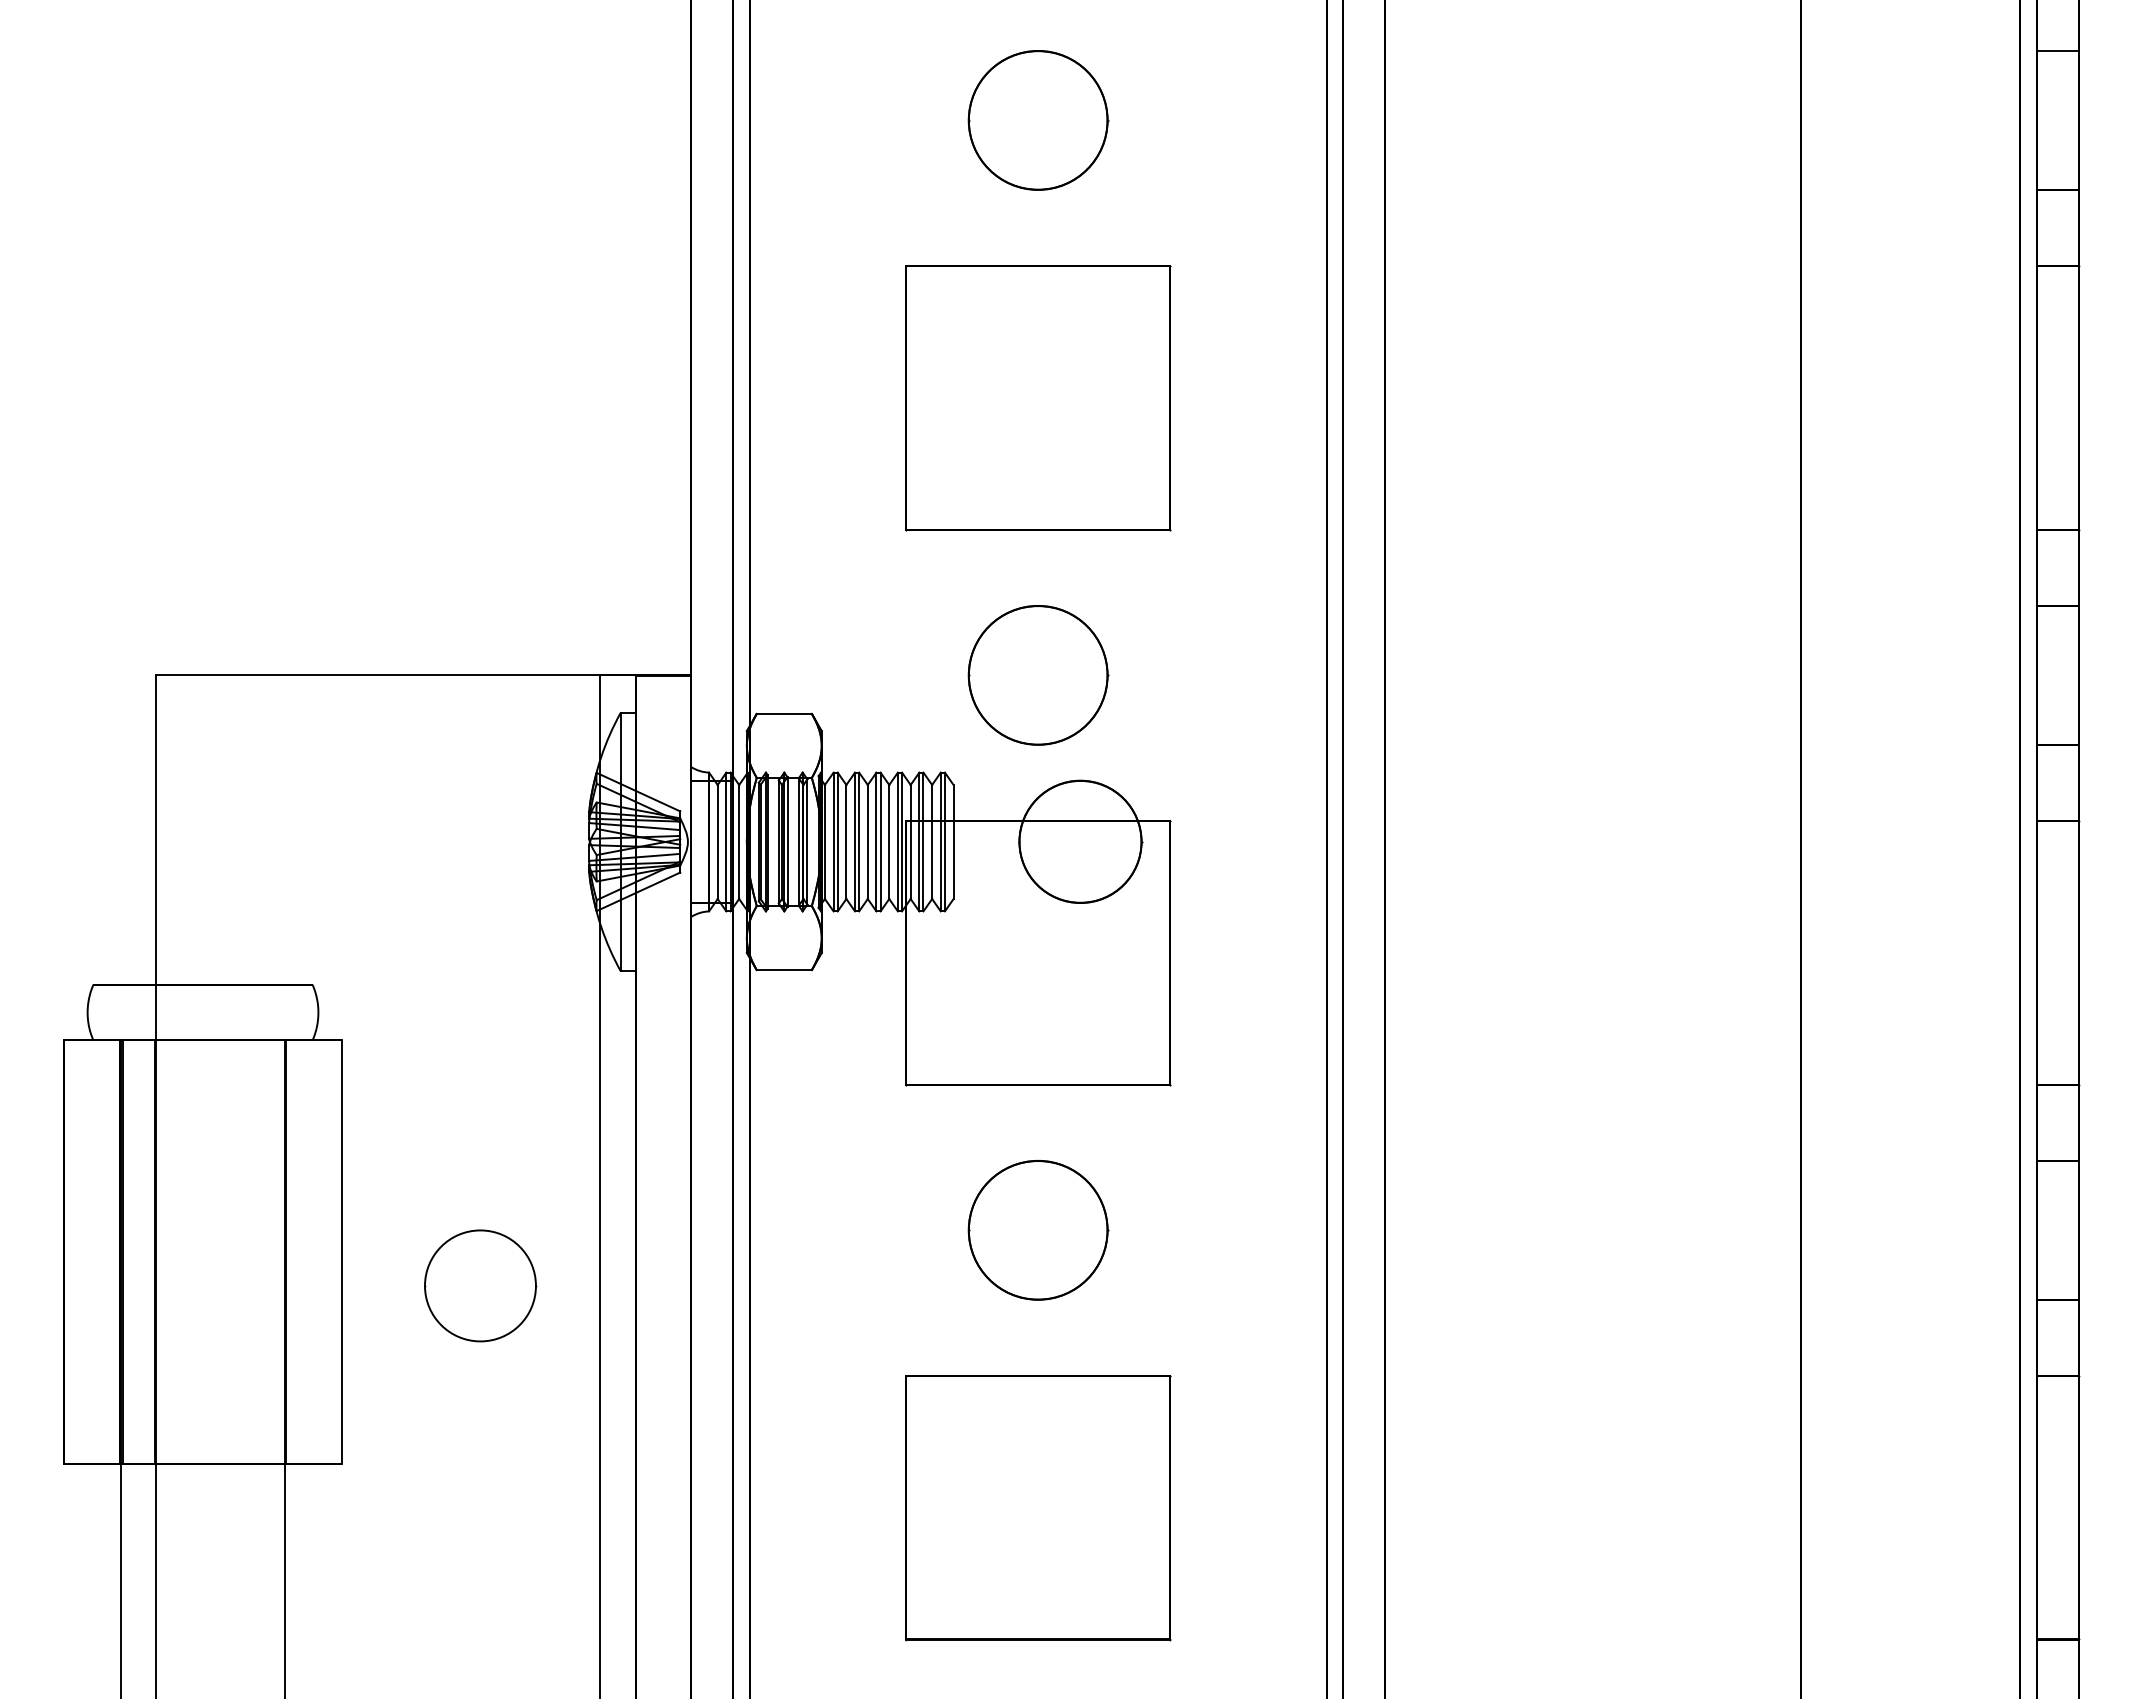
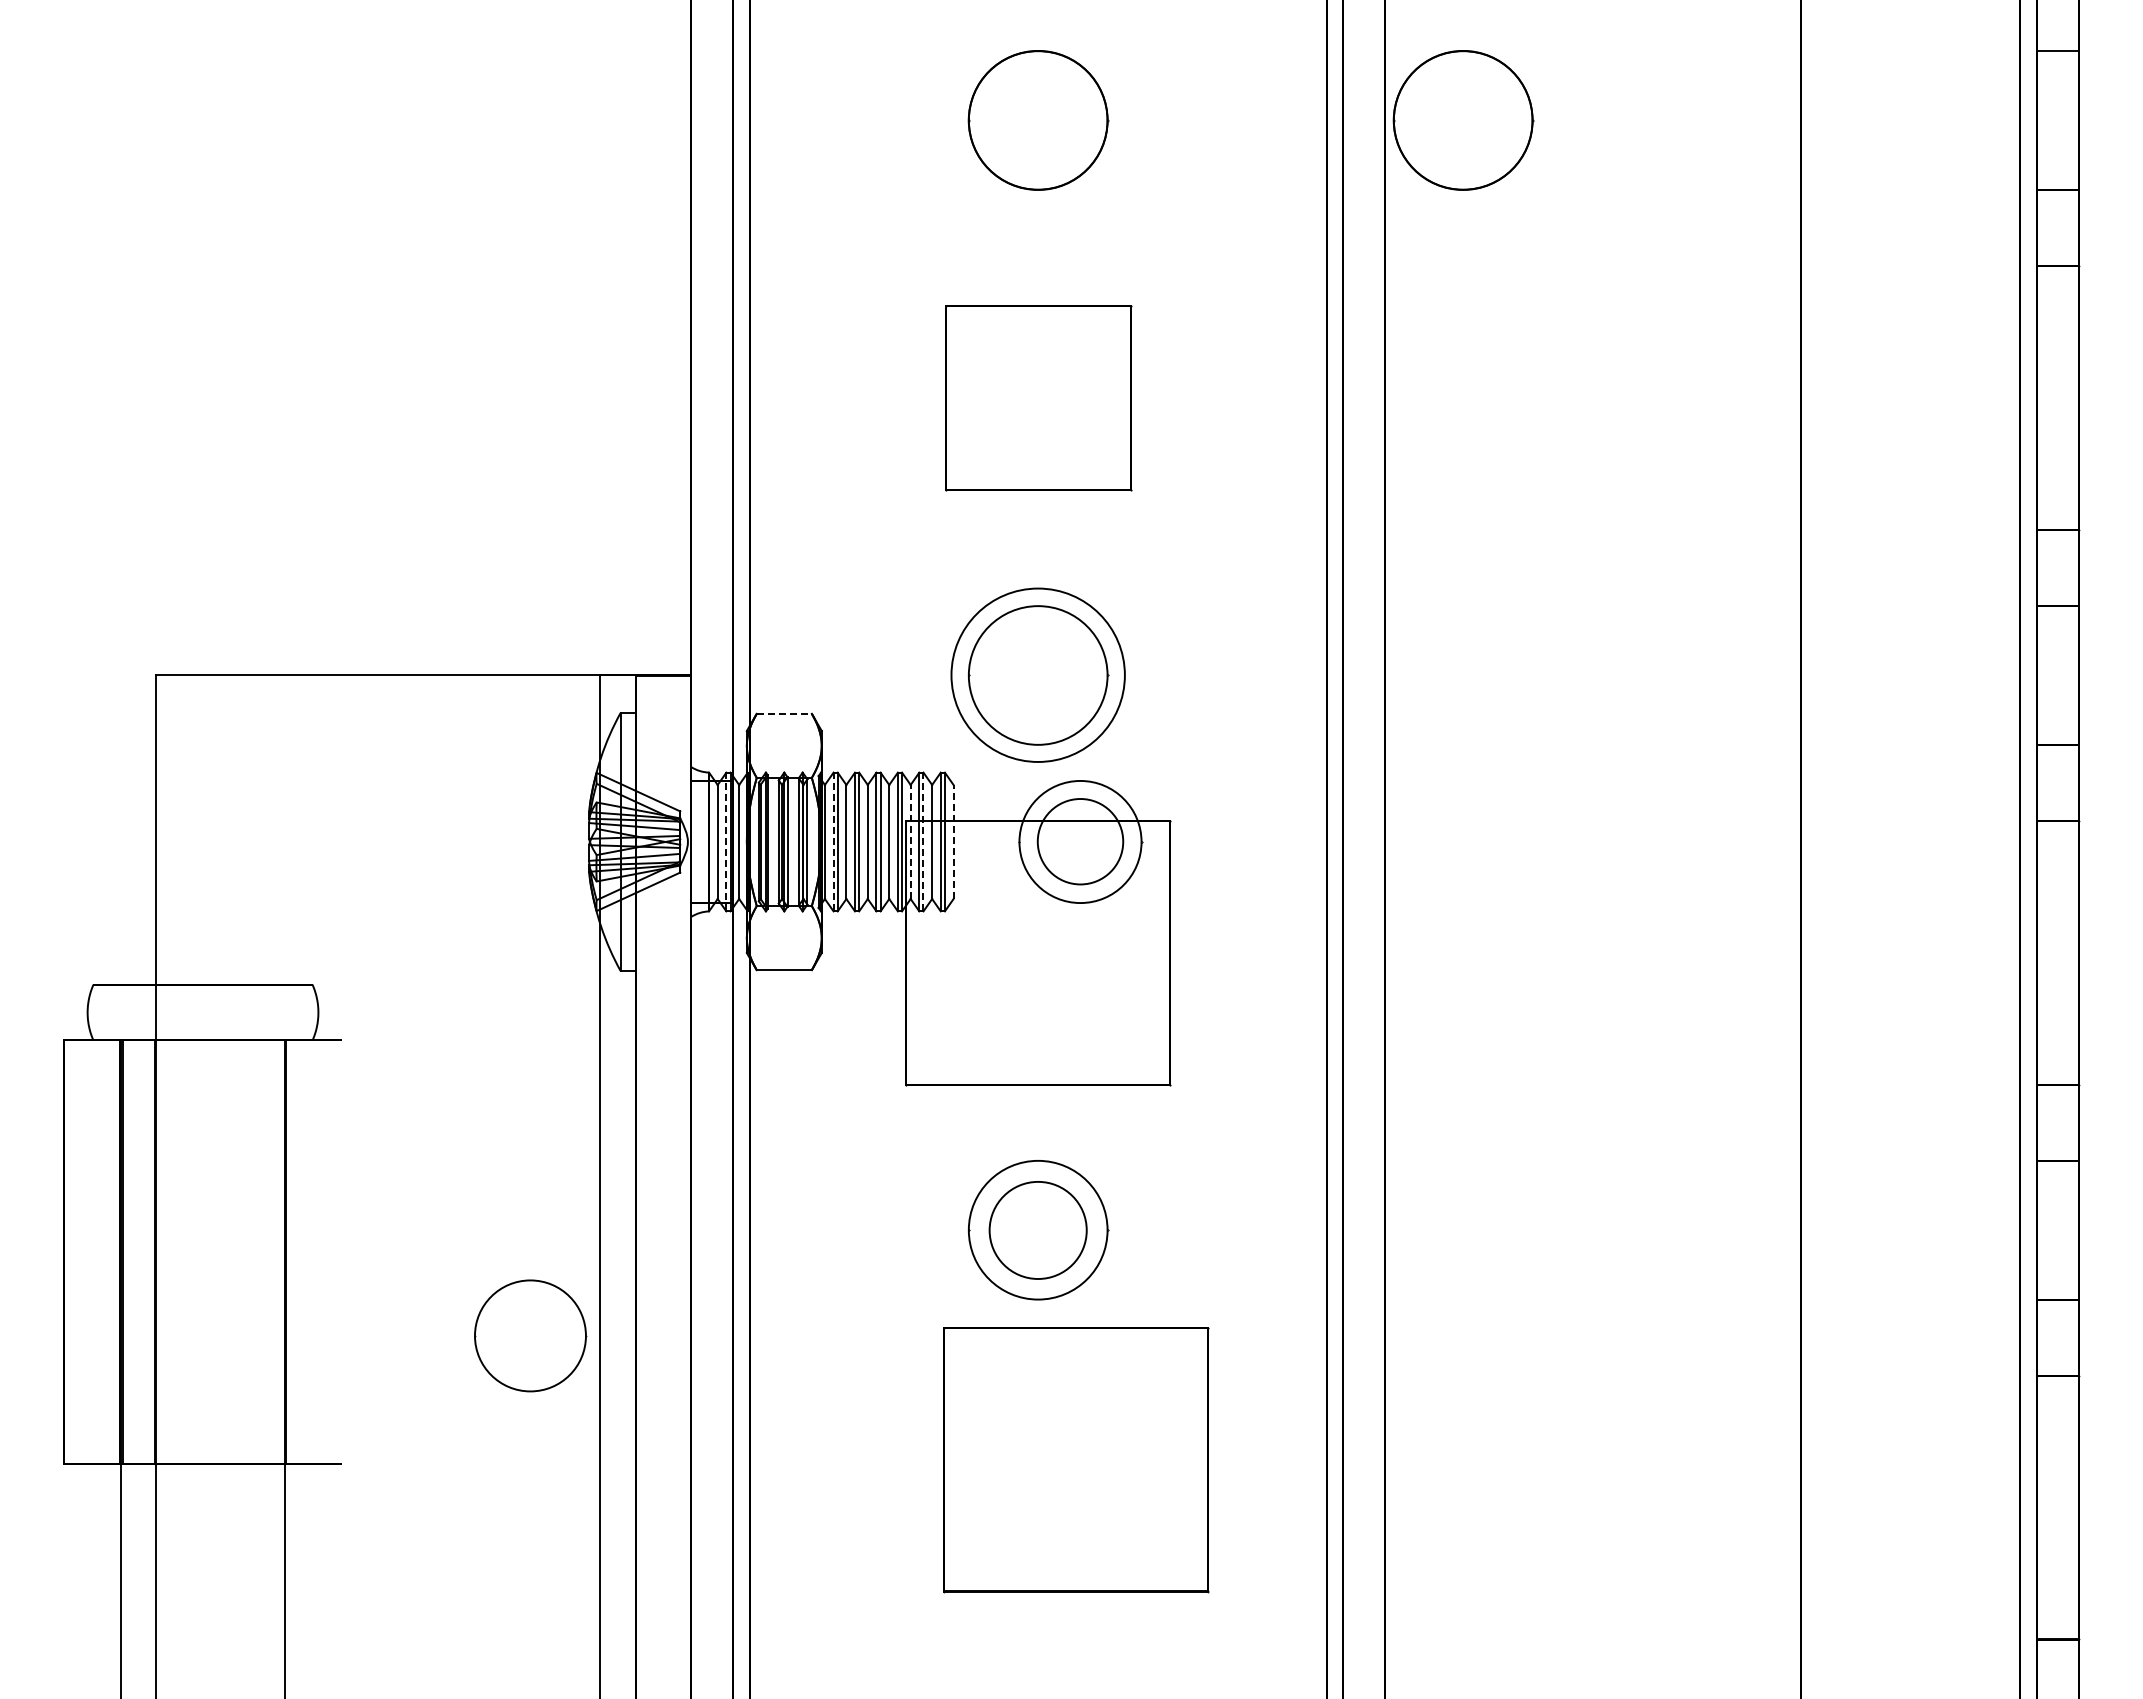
part at (1463, 120): none -> present
part at (1038, 398) size: 267x267 px -> 188x187 px
circle at (1037, 674) diameter: 139 px -> 173 px
line at (784, 713): solid -> dashed
line at (726, 841): solid -> dashed
line at (833, 841): solid -> dashed
line at (923, 841): solid -> dashed
circle at (1080, 841) diameter: 122 px -> 85 px
line at (910, 842): solid -> dashed
line at (953, 842): solid -> dashed
circle at (1037, 1230) diameter: 139 px -> 97 px
line at (341, 1251): present -> none
part at (480, 1285) position: (480, 1285) -> (530, 1335)
part at (1038, 1508) position: (1038, 1508) -> (1076, 1460)
